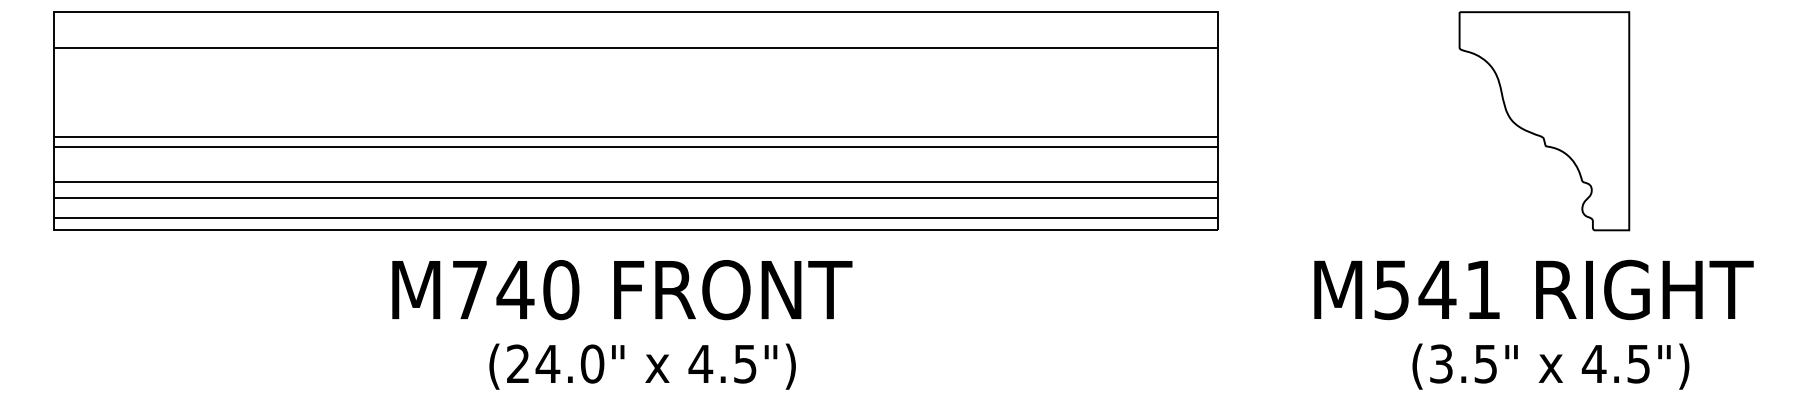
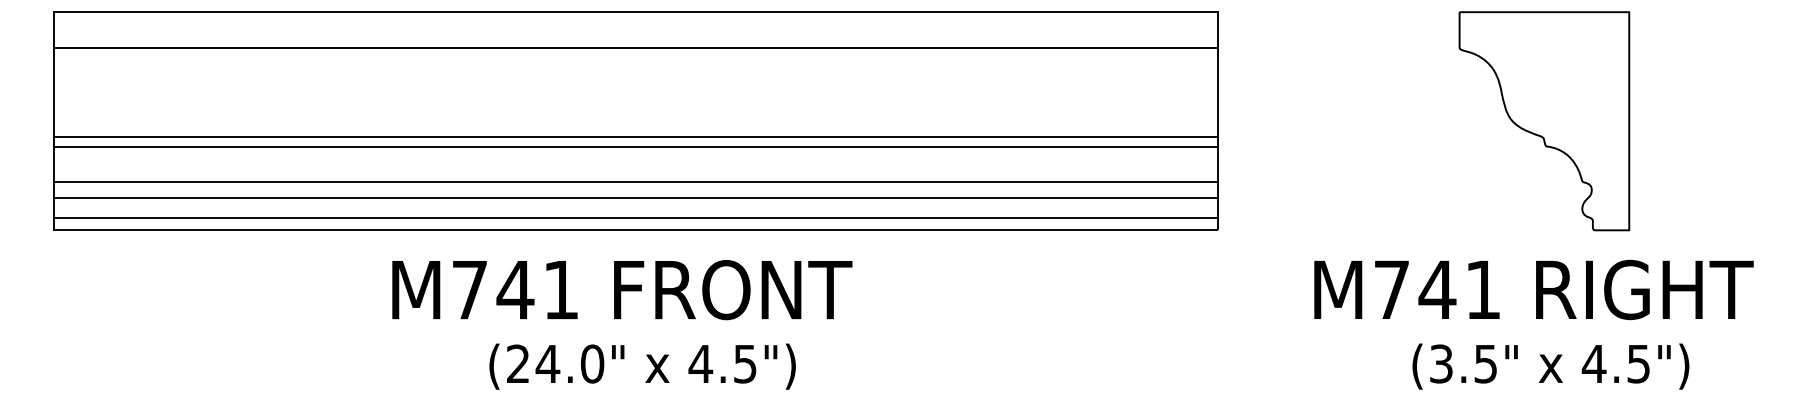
text at (561, 290): M740 -> M741
text at (1391, 290): M541 -> M741
